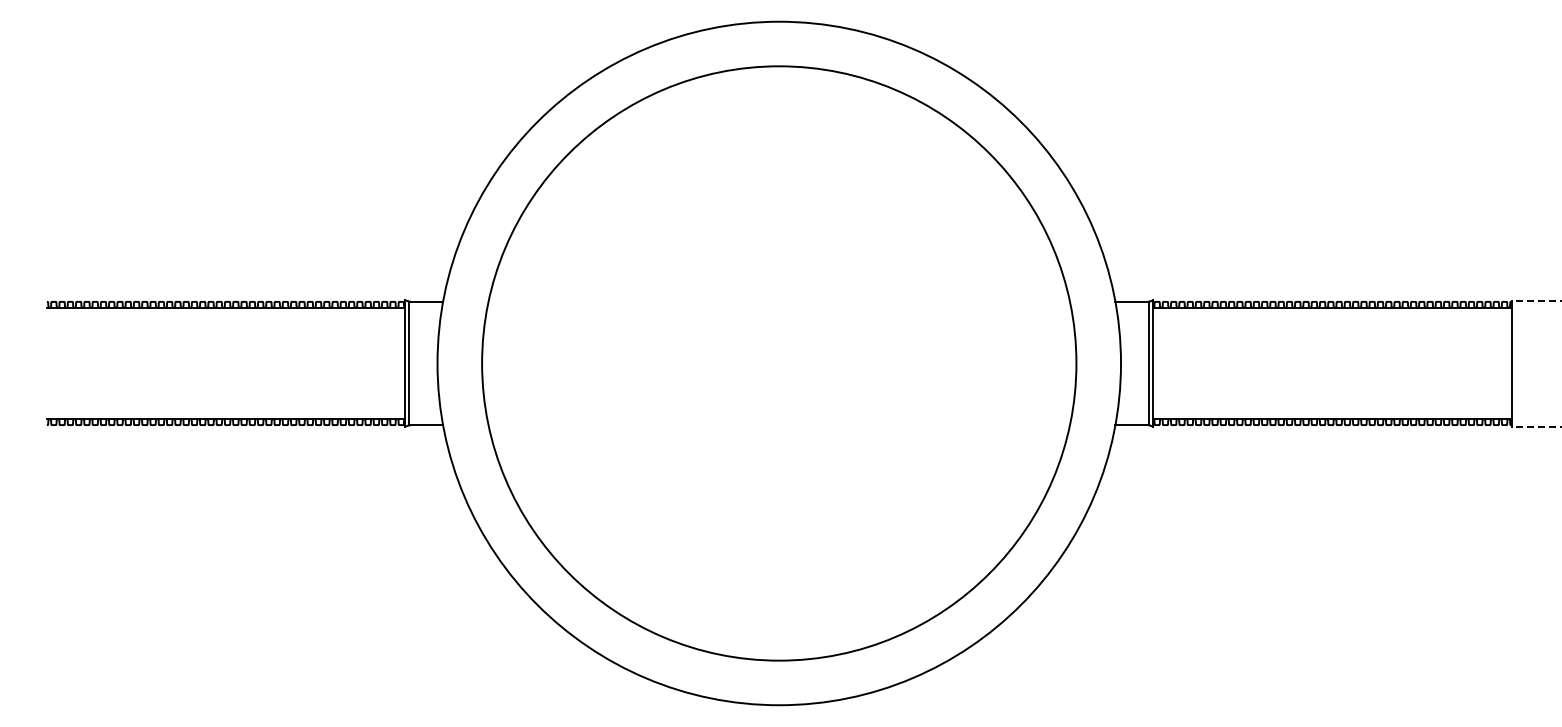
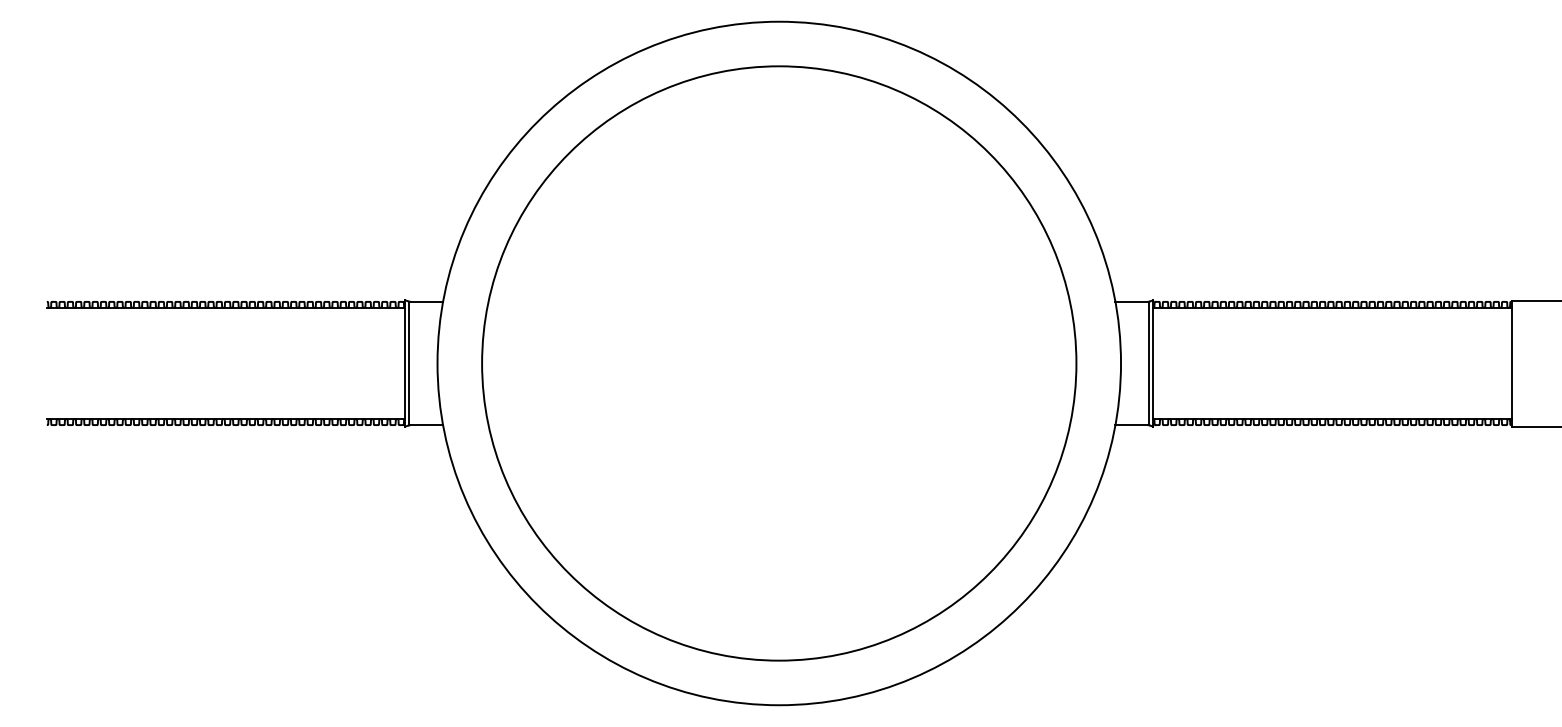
line at (1536, 300): dashed -> solid
line at (1536, 427): dashed -> solid
